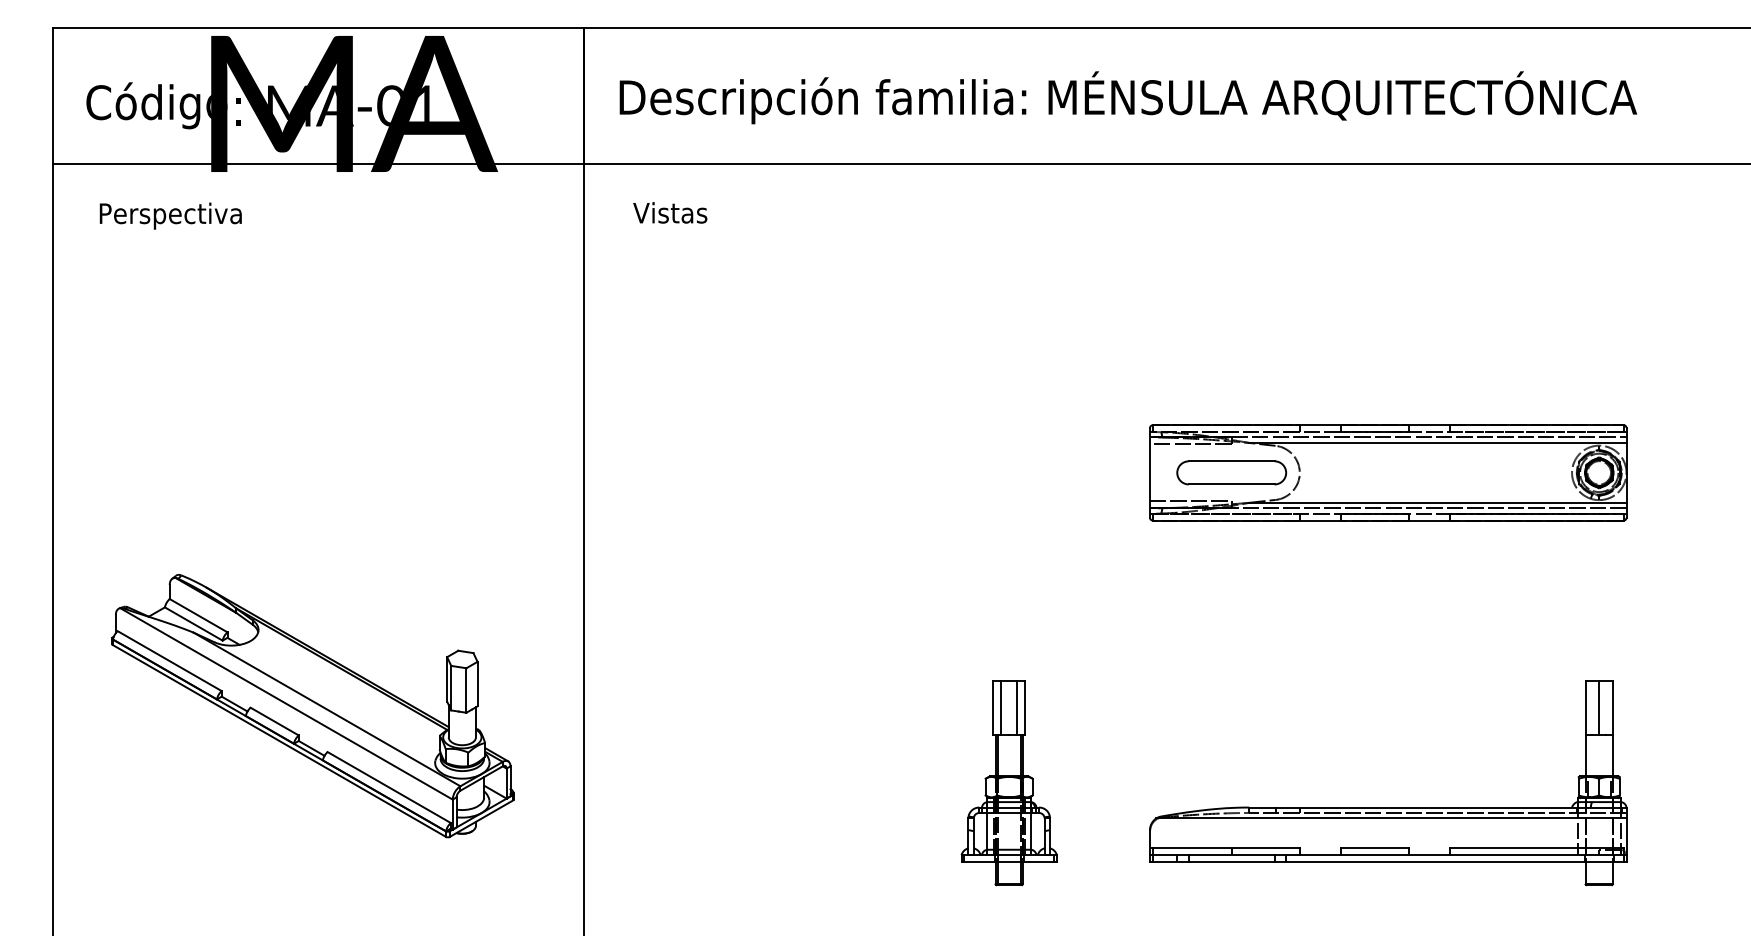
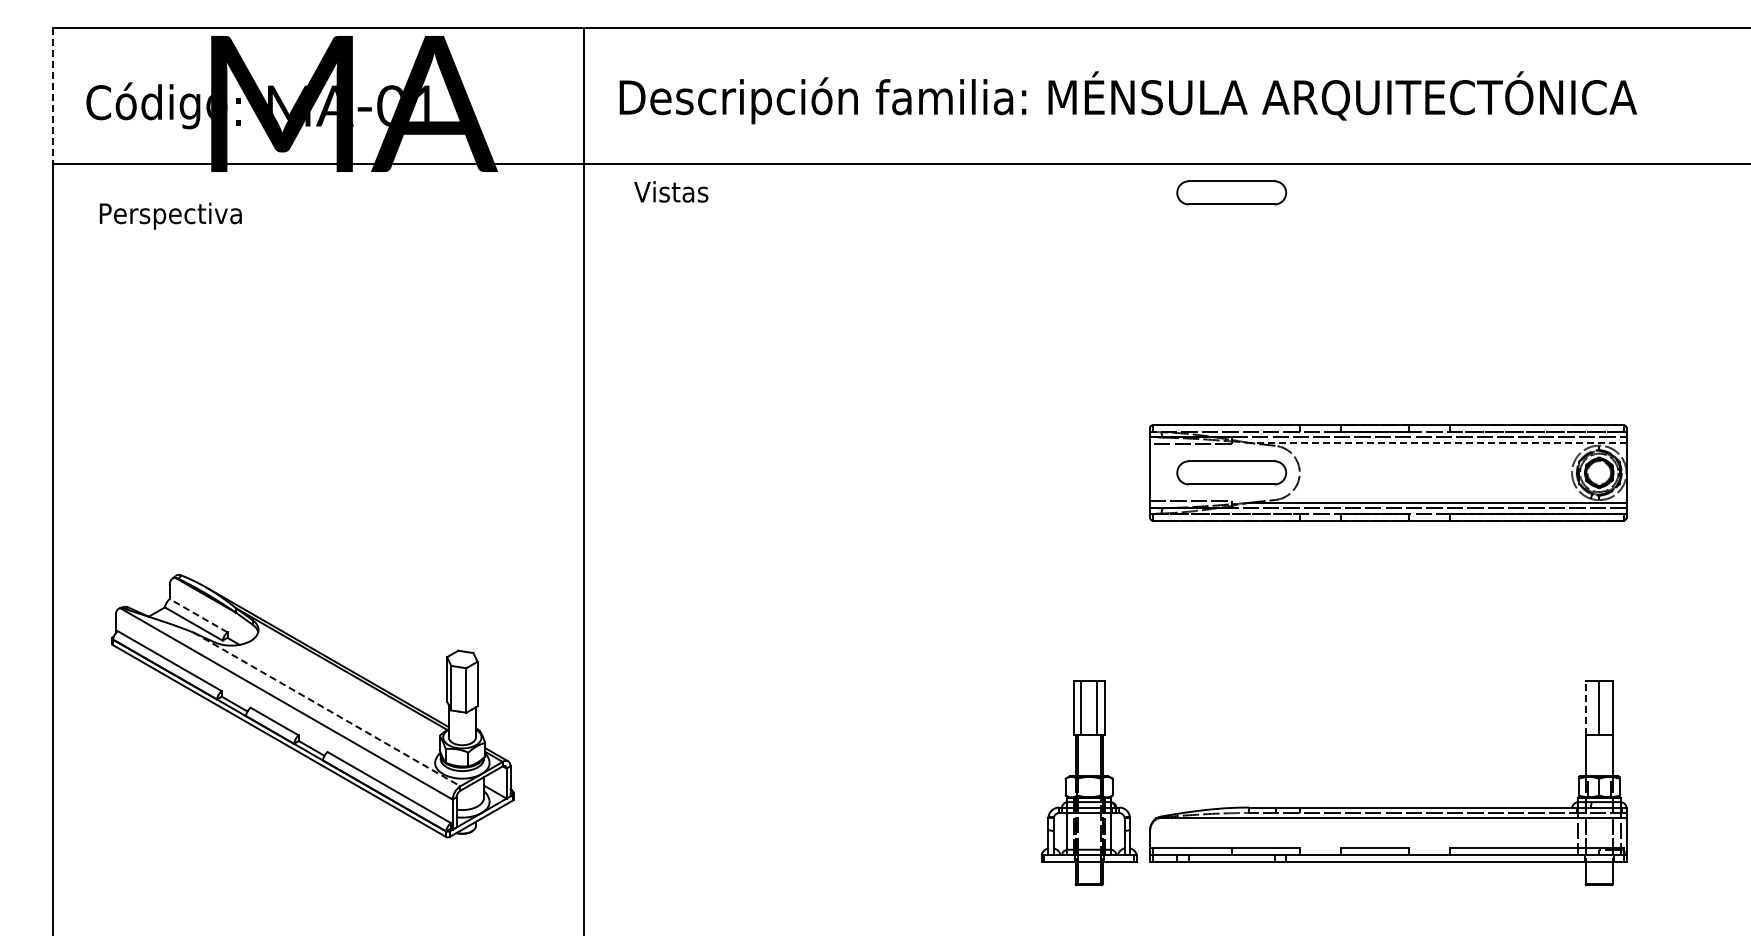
line at (52, 96): solid -> dashed
part at (1231, 192): none -> present
text at (670, 212) position: (670, 212) -> (671, 191)
line at (1437, 442): solid -> dashed
line at (198, 615): solid -> dashed
line at (1585, 707): solid -> dashed
line at (327, 709): solid -> dashed
part at (1008, 783) position: (1008, 783) -> (1088, 783)
